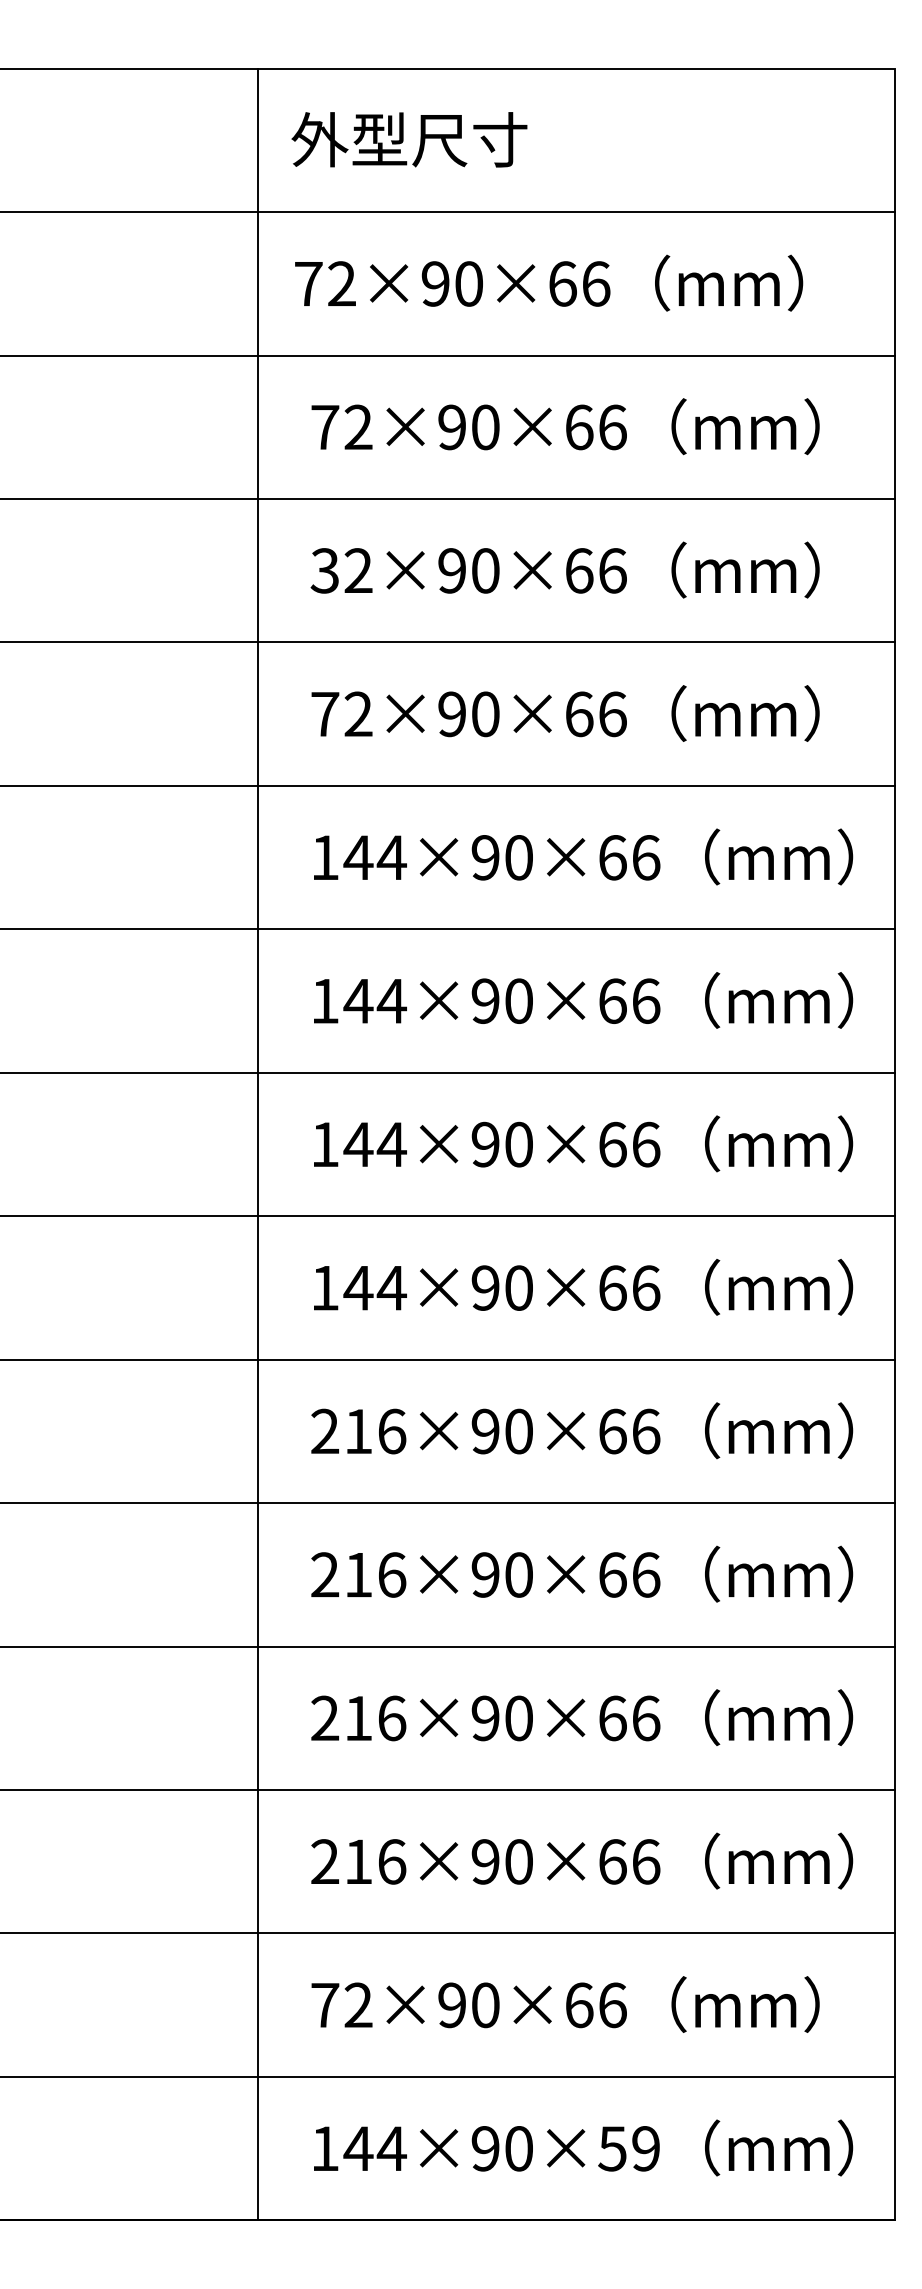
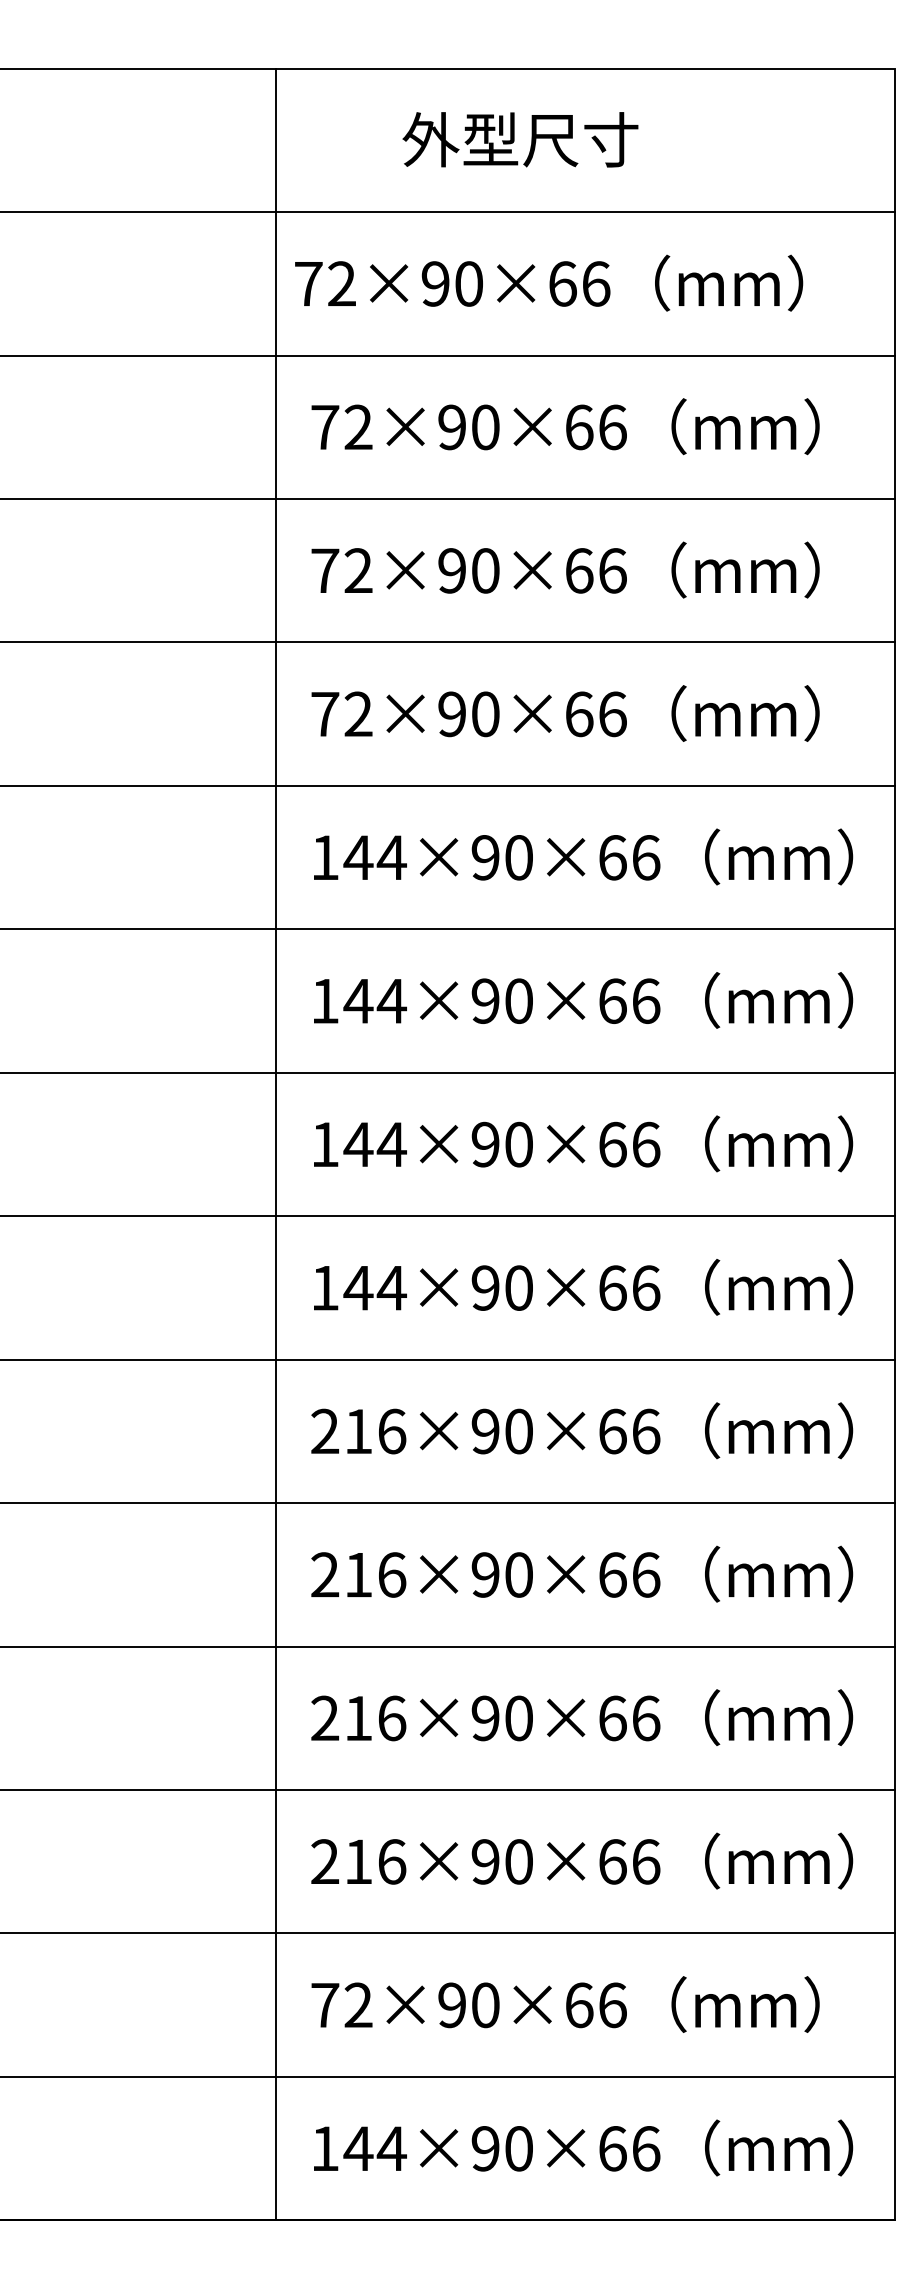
text at (409, 139) position: (409, 139) -> (520, 139)
text at (324, 570): 32×90×66 -> 72×90×66
line at (258, 1144) position: (258, 1144) -> (276, 1144)
text at (629, 2148): 144×90×59 -> 144×90×66
